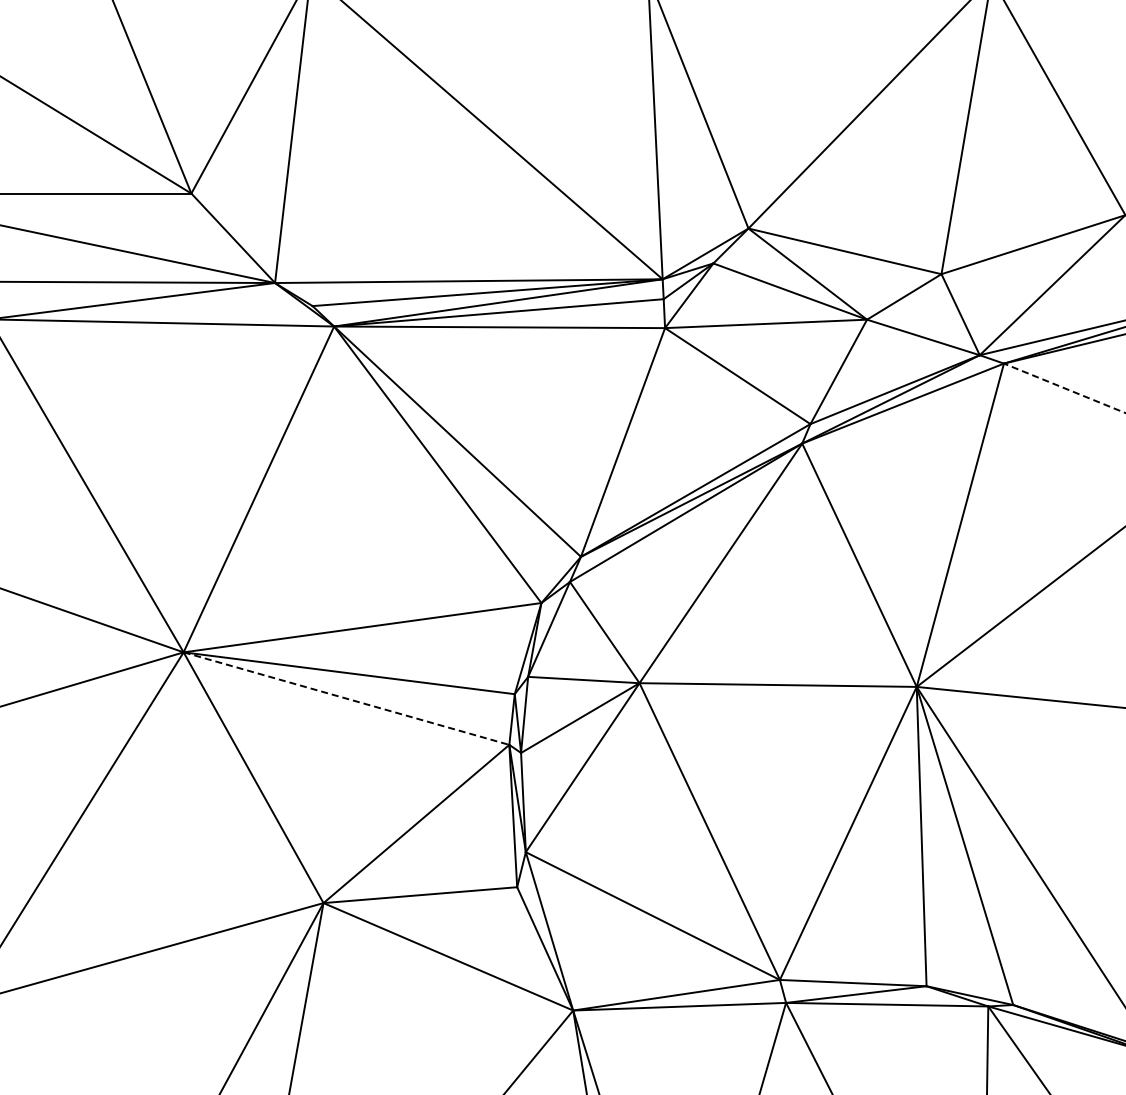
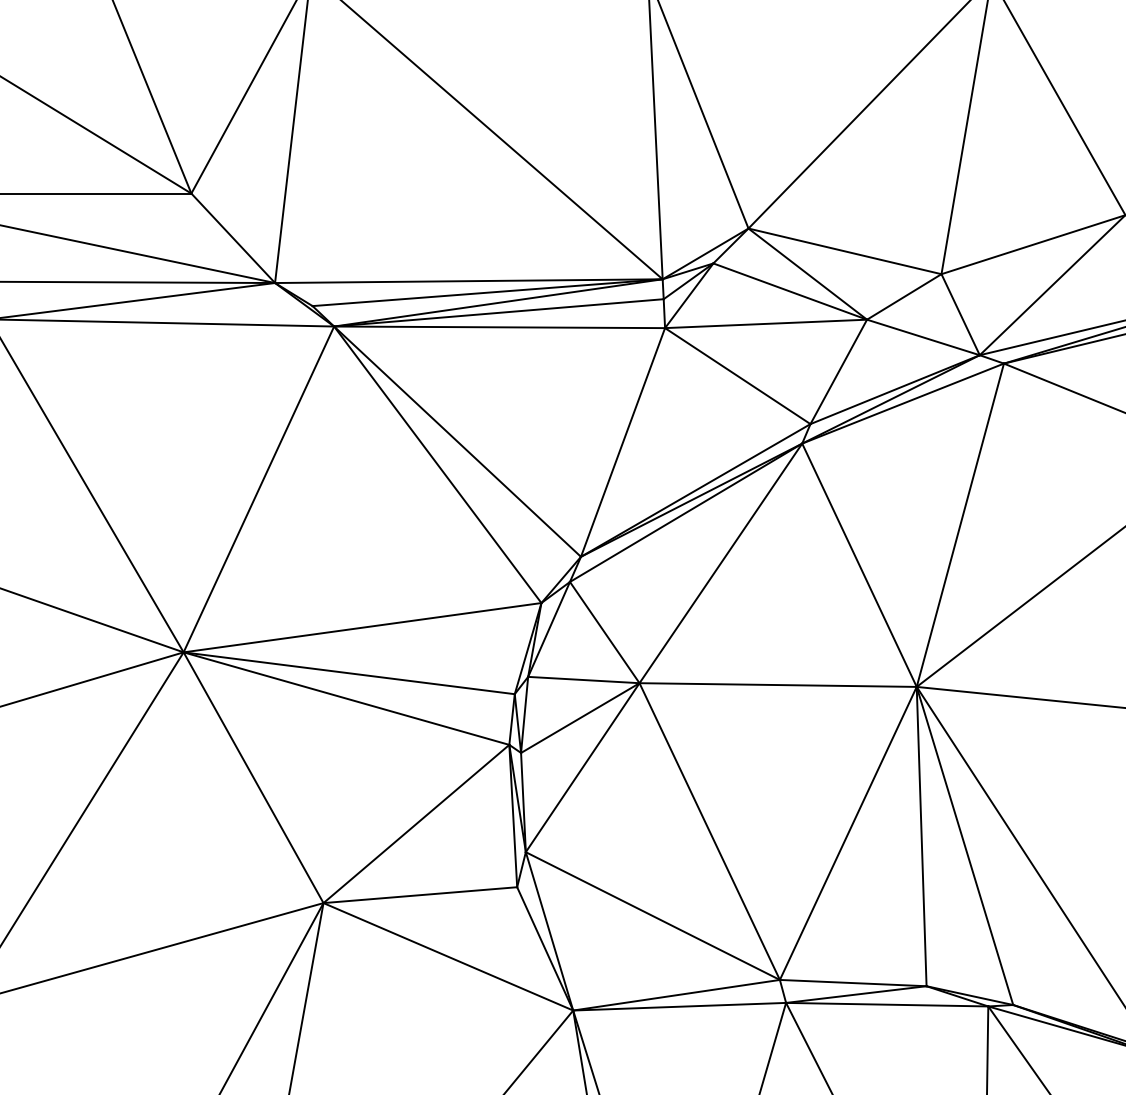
line at (1064, 388): dashed -> solid
line at (346, 698): dashed -> solid
